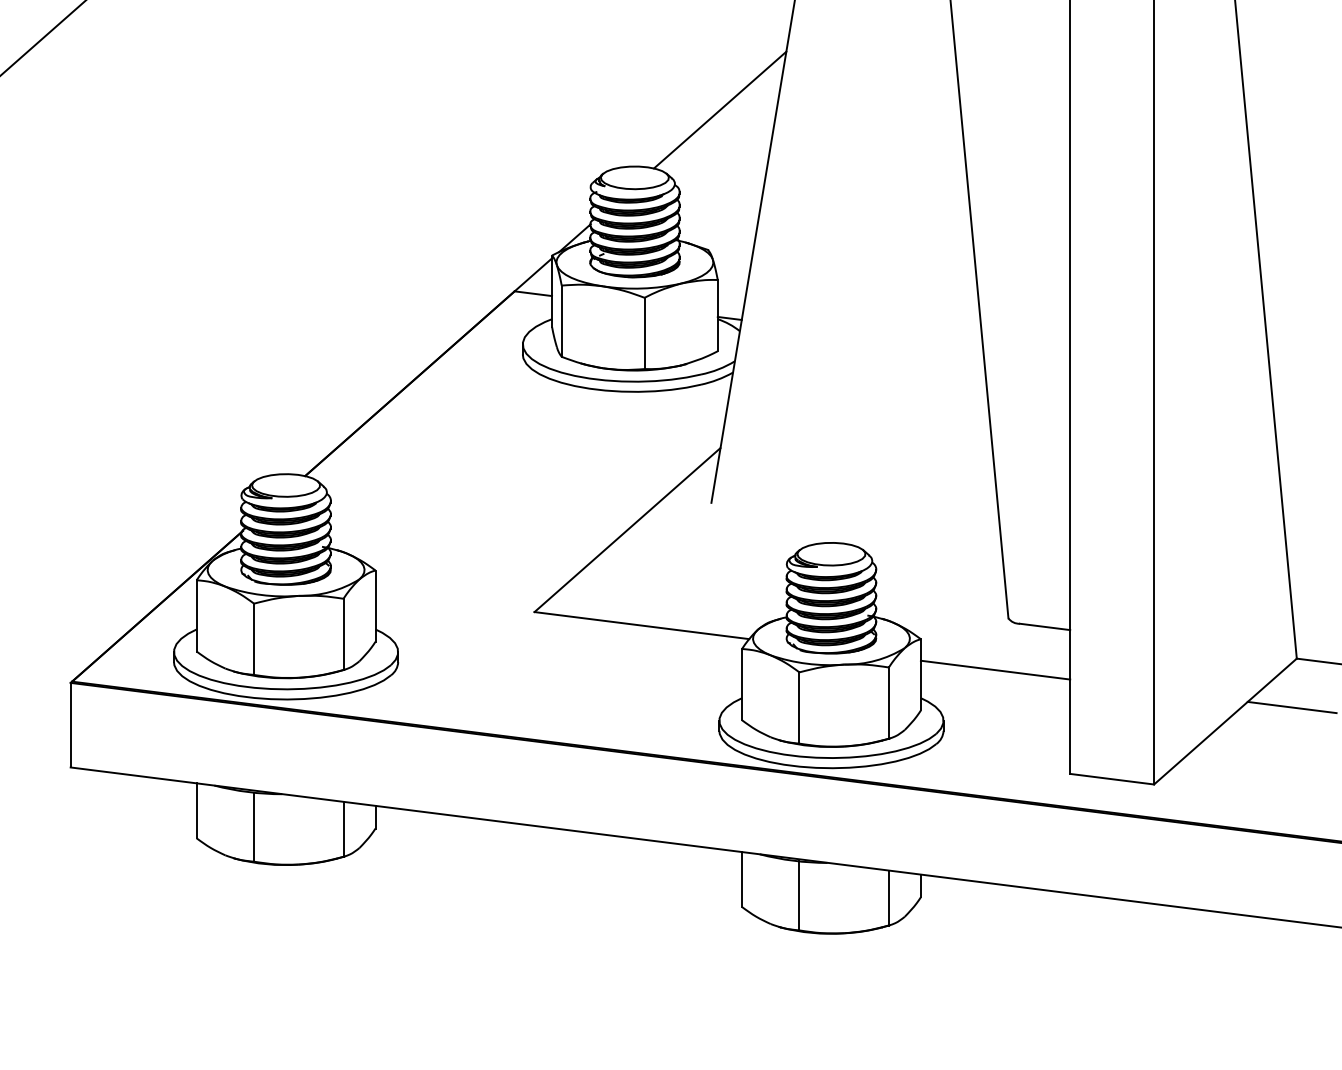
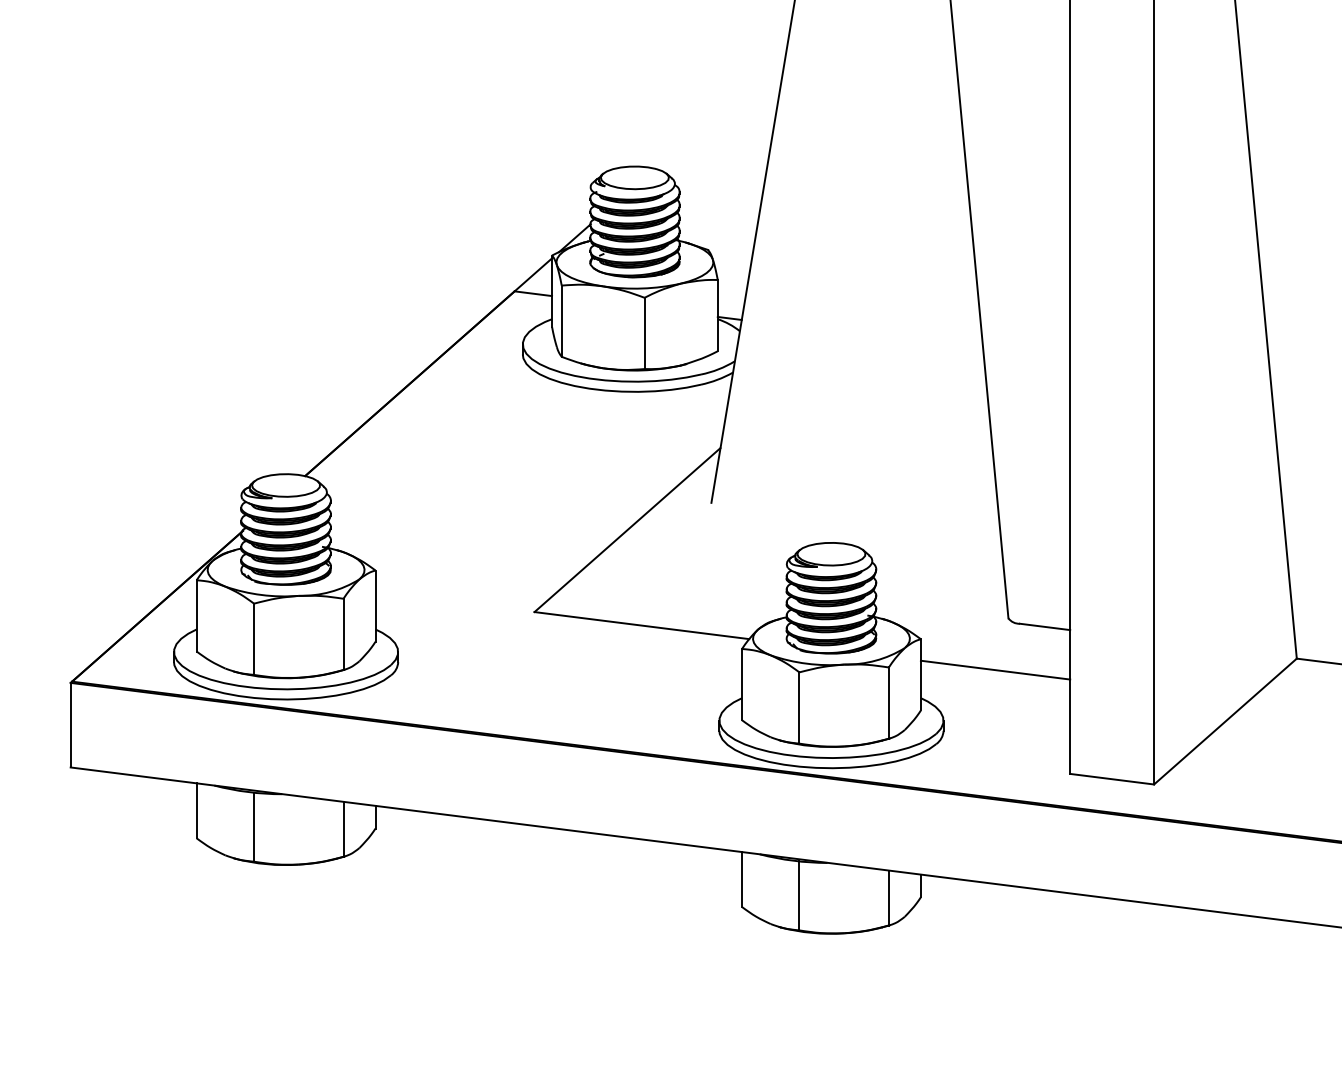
line at (42, 38): present -> none
line at (720, 109): present -> none
line at (1291, 707): present -> none
